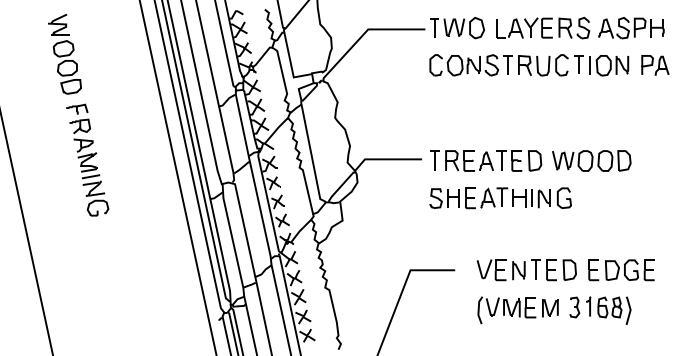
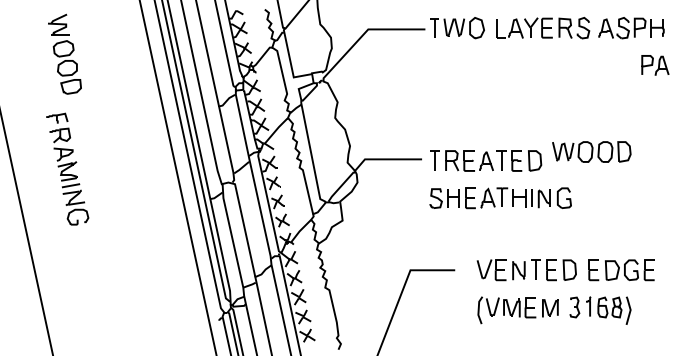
part at (529, 65): present -> none
part at (87, 159) position: (87, 159) -> (67, 168)
part at (591, 160) position: (591, 160) -> (591, 151)
